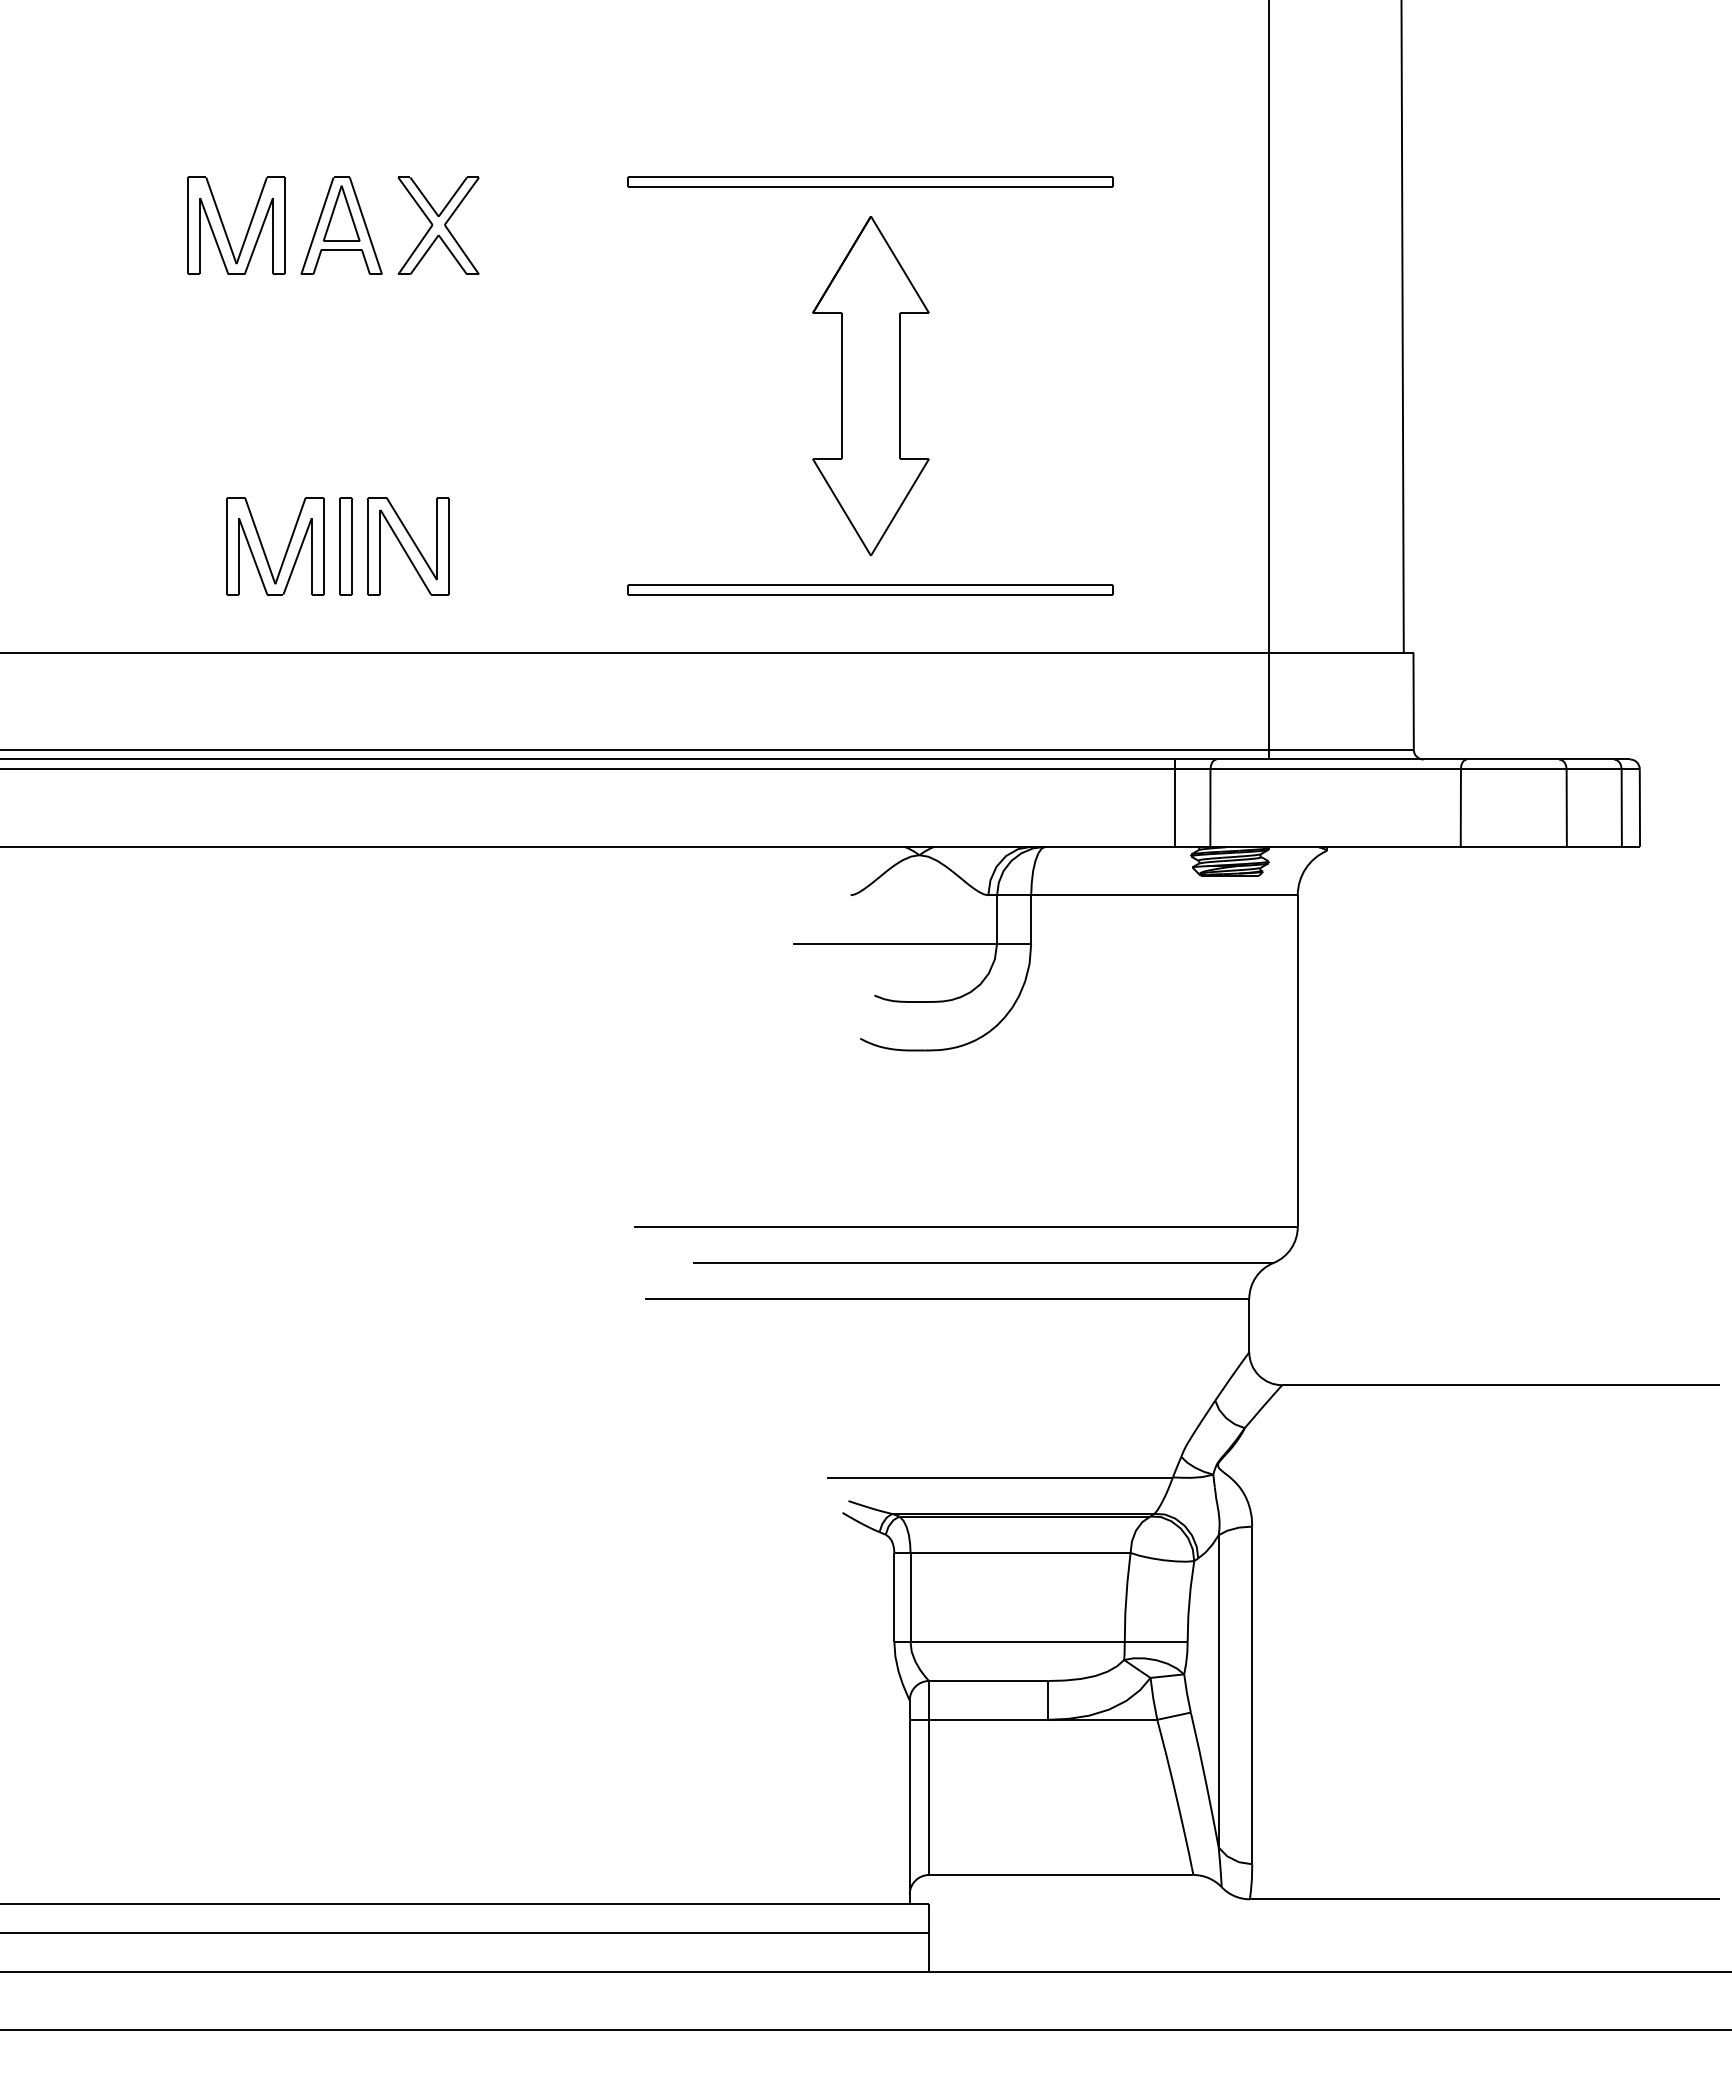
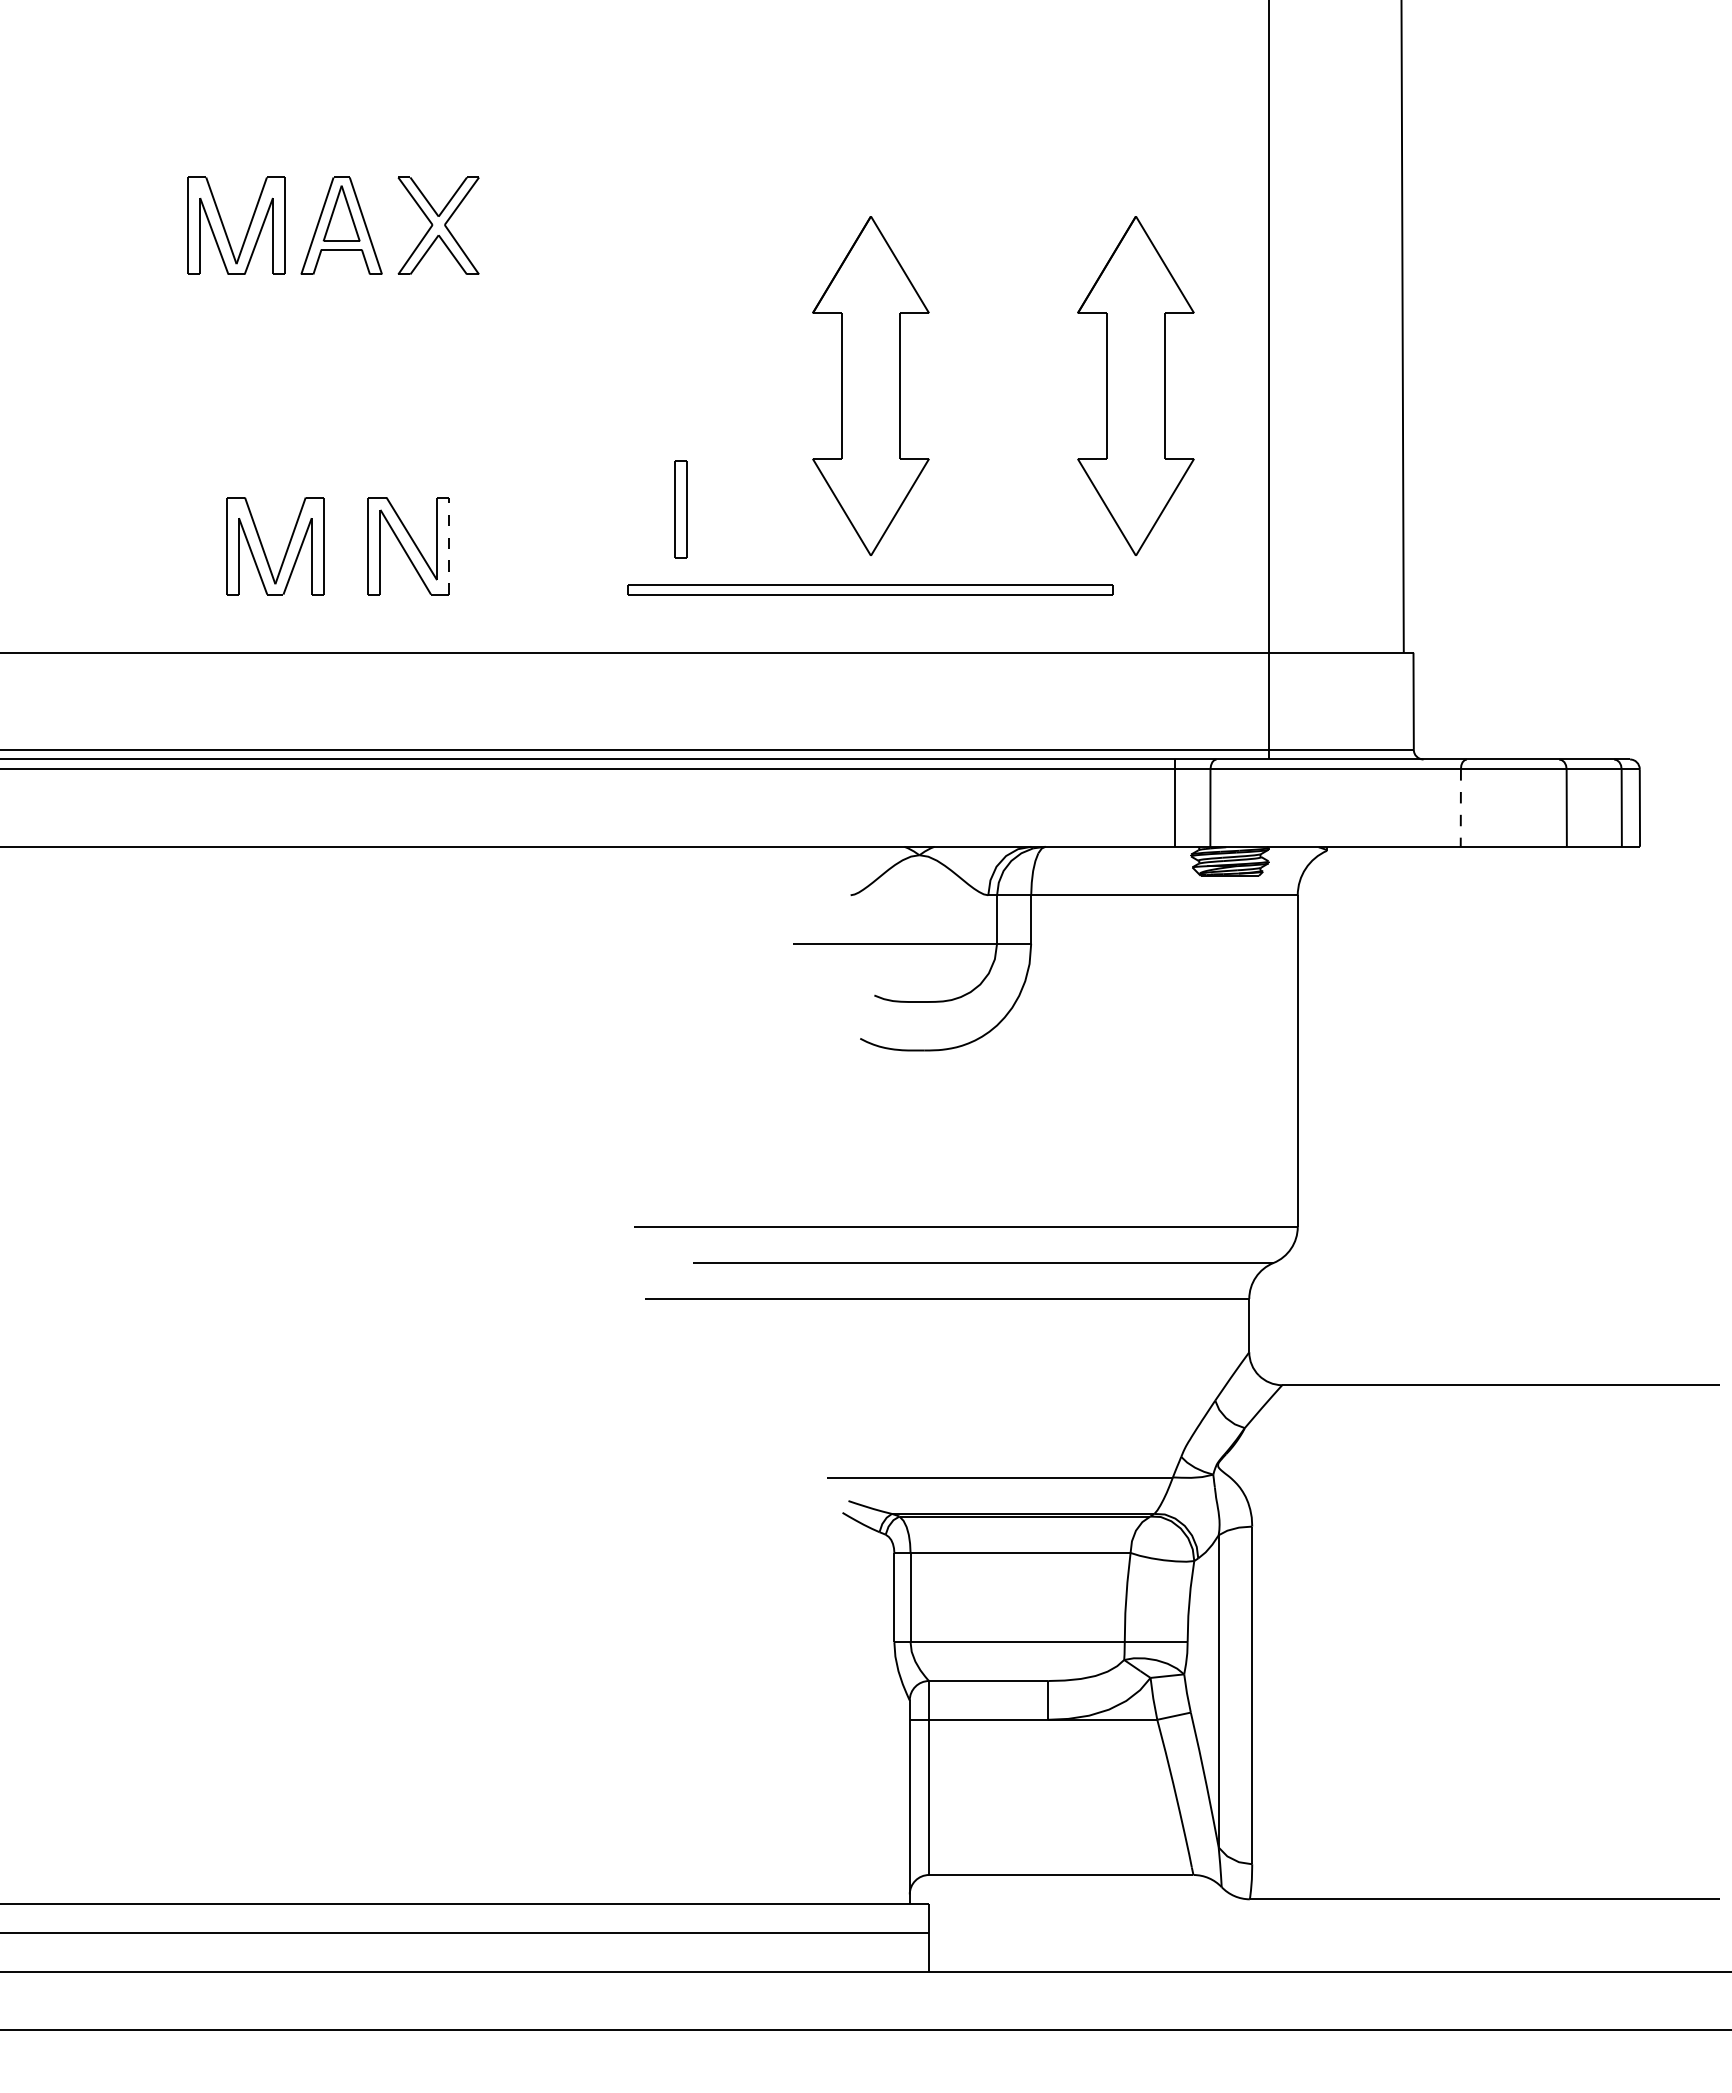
part at (870, 181): present -> none
part at (1135, 385): none -> present
part at (345, 546) position: (345, 546) -> (680, 509)
line at (449, 546): solid -> dashed
line at (1460, 807): solid -> dashed
